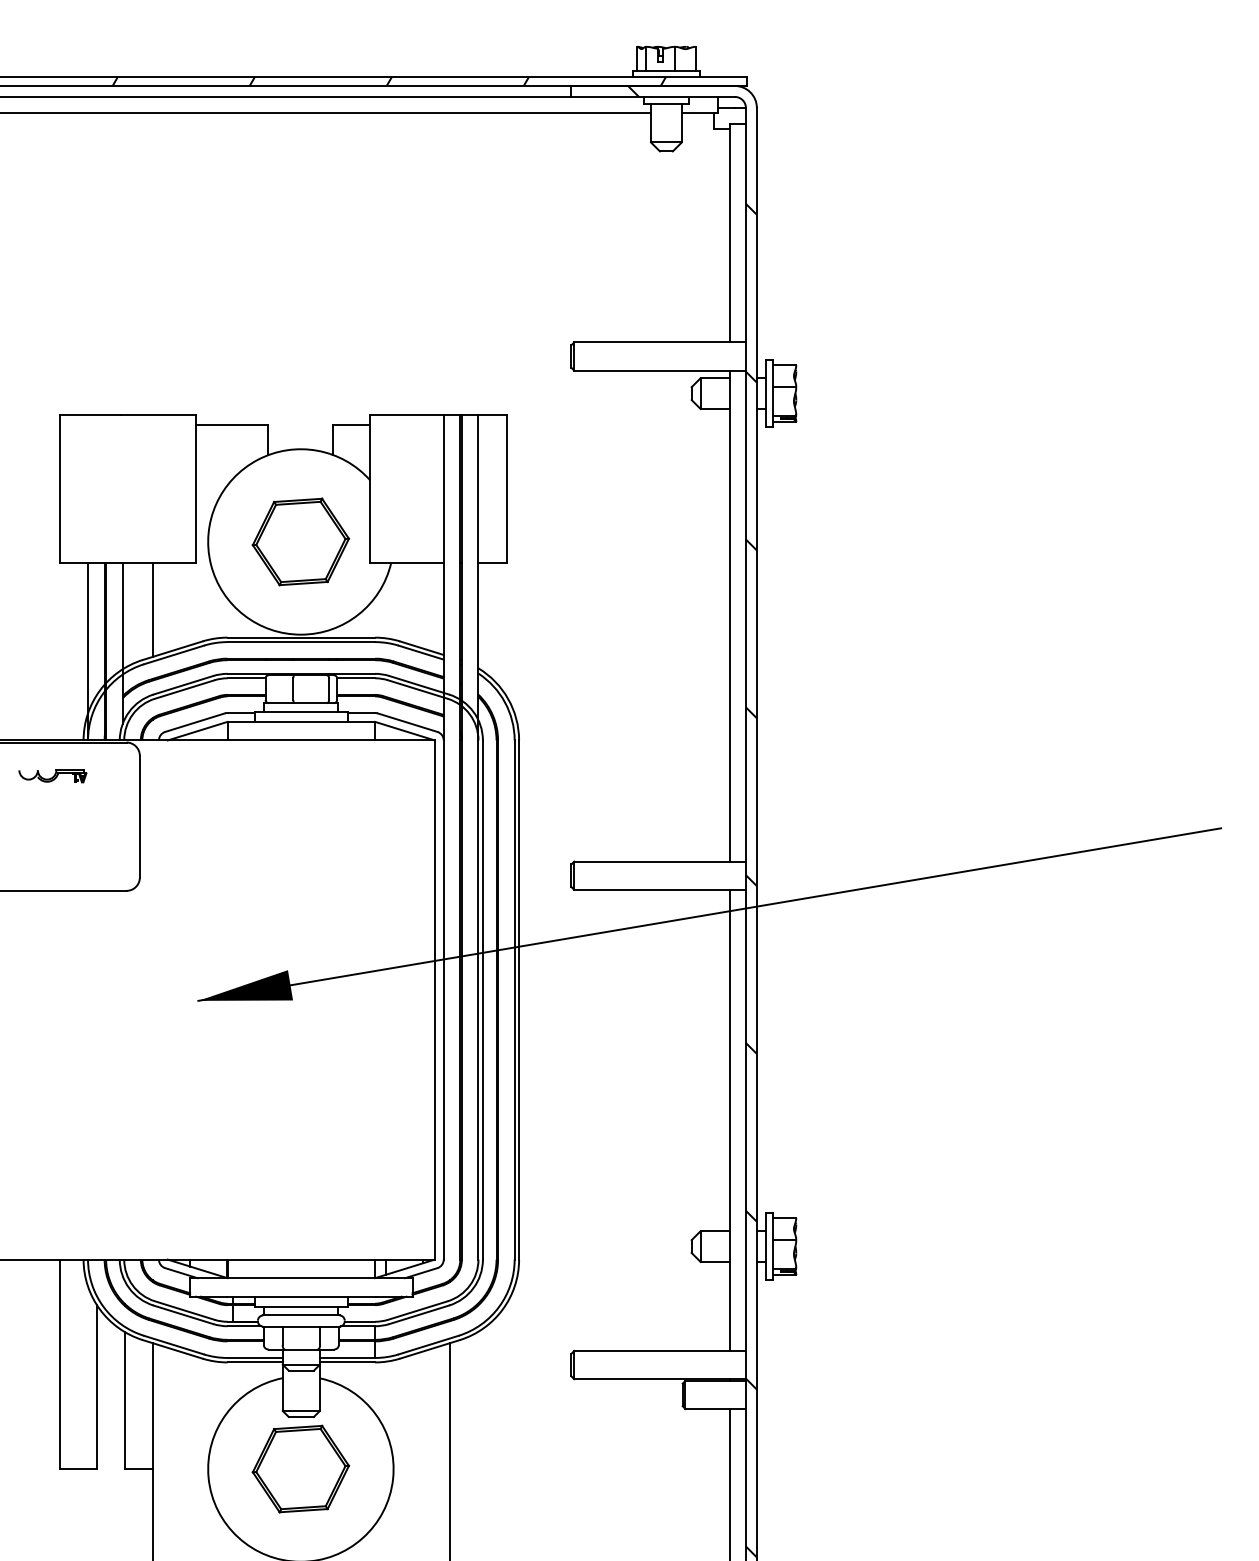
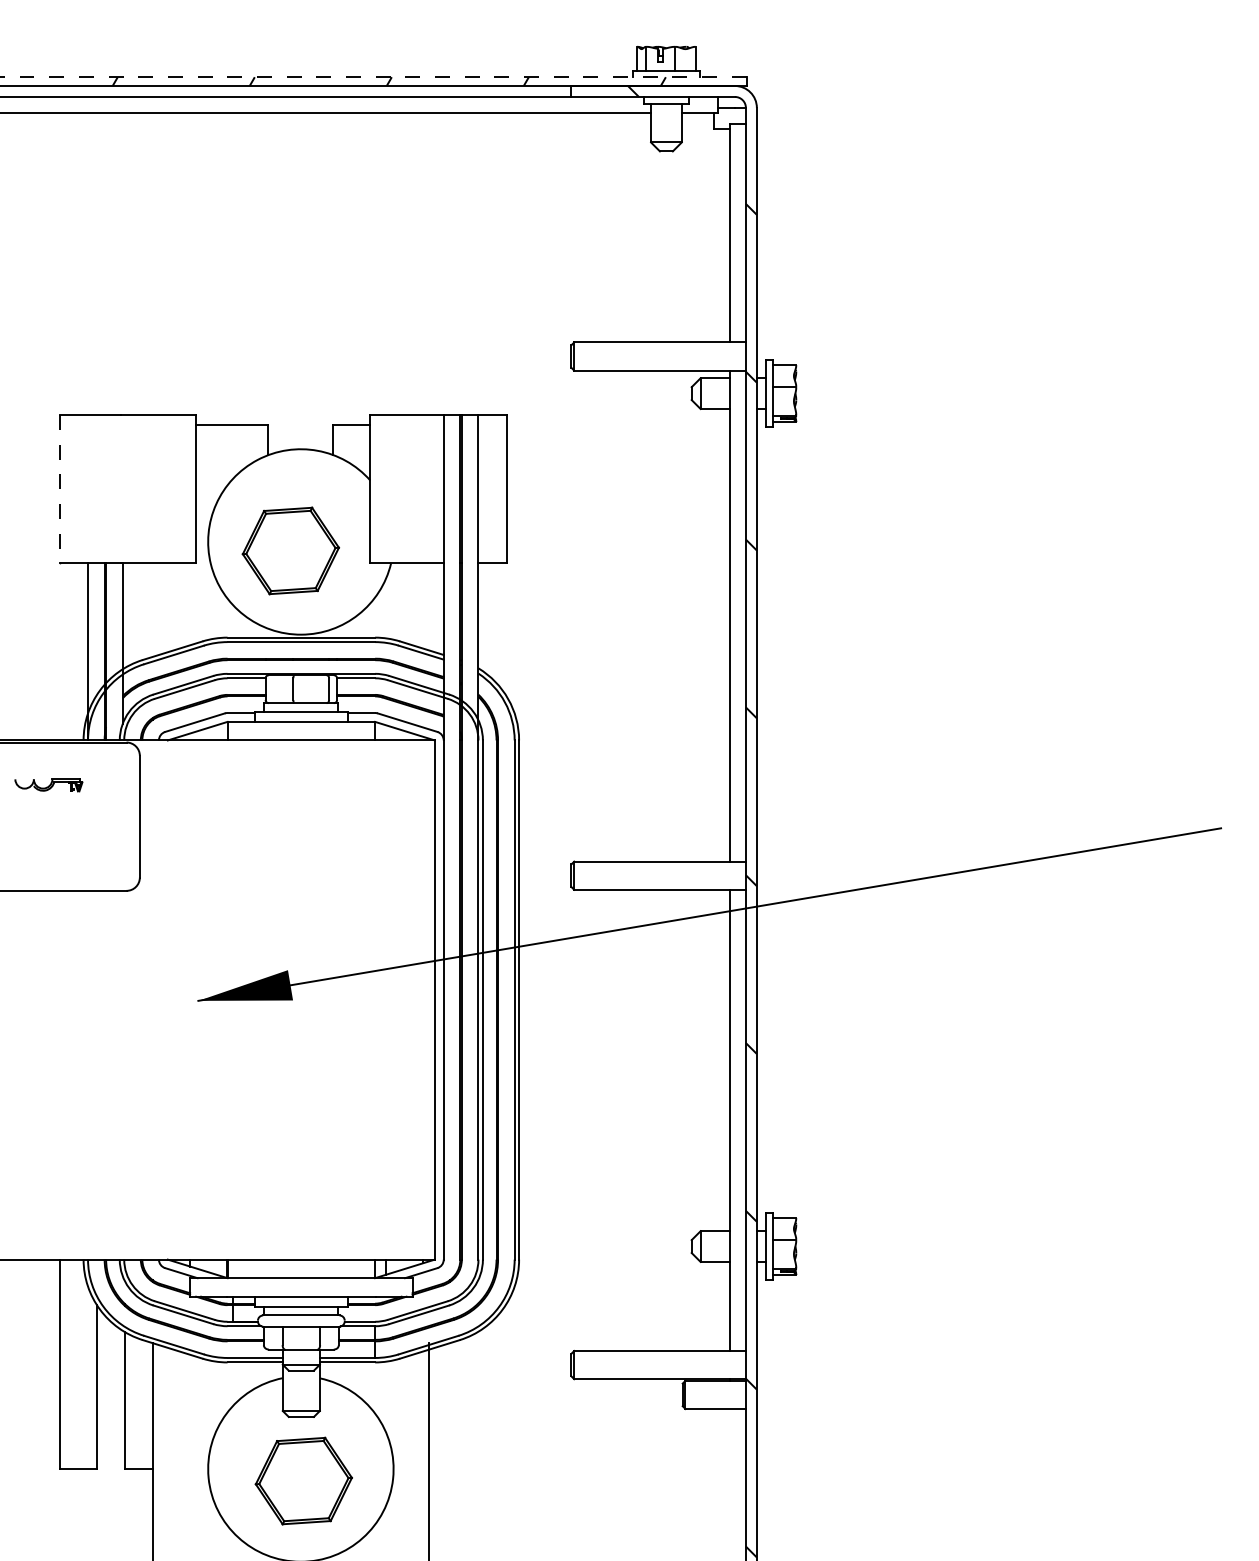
line at (373, 77): solid -> dashed
line at (59, 489): solid -> dashed
part at (300, 541) position: (300, 541) -> (290, 550)
line at (153, 609): present -> none
part at (52, 776) position: (52, 776) -> (48, 785)
line at (449, 1450) position: (449, 1450) -> (428, 1450)
part at (300, 1468) position: (300, 1468) -> (303, 1480)
line at (729, 1483): present -> none
